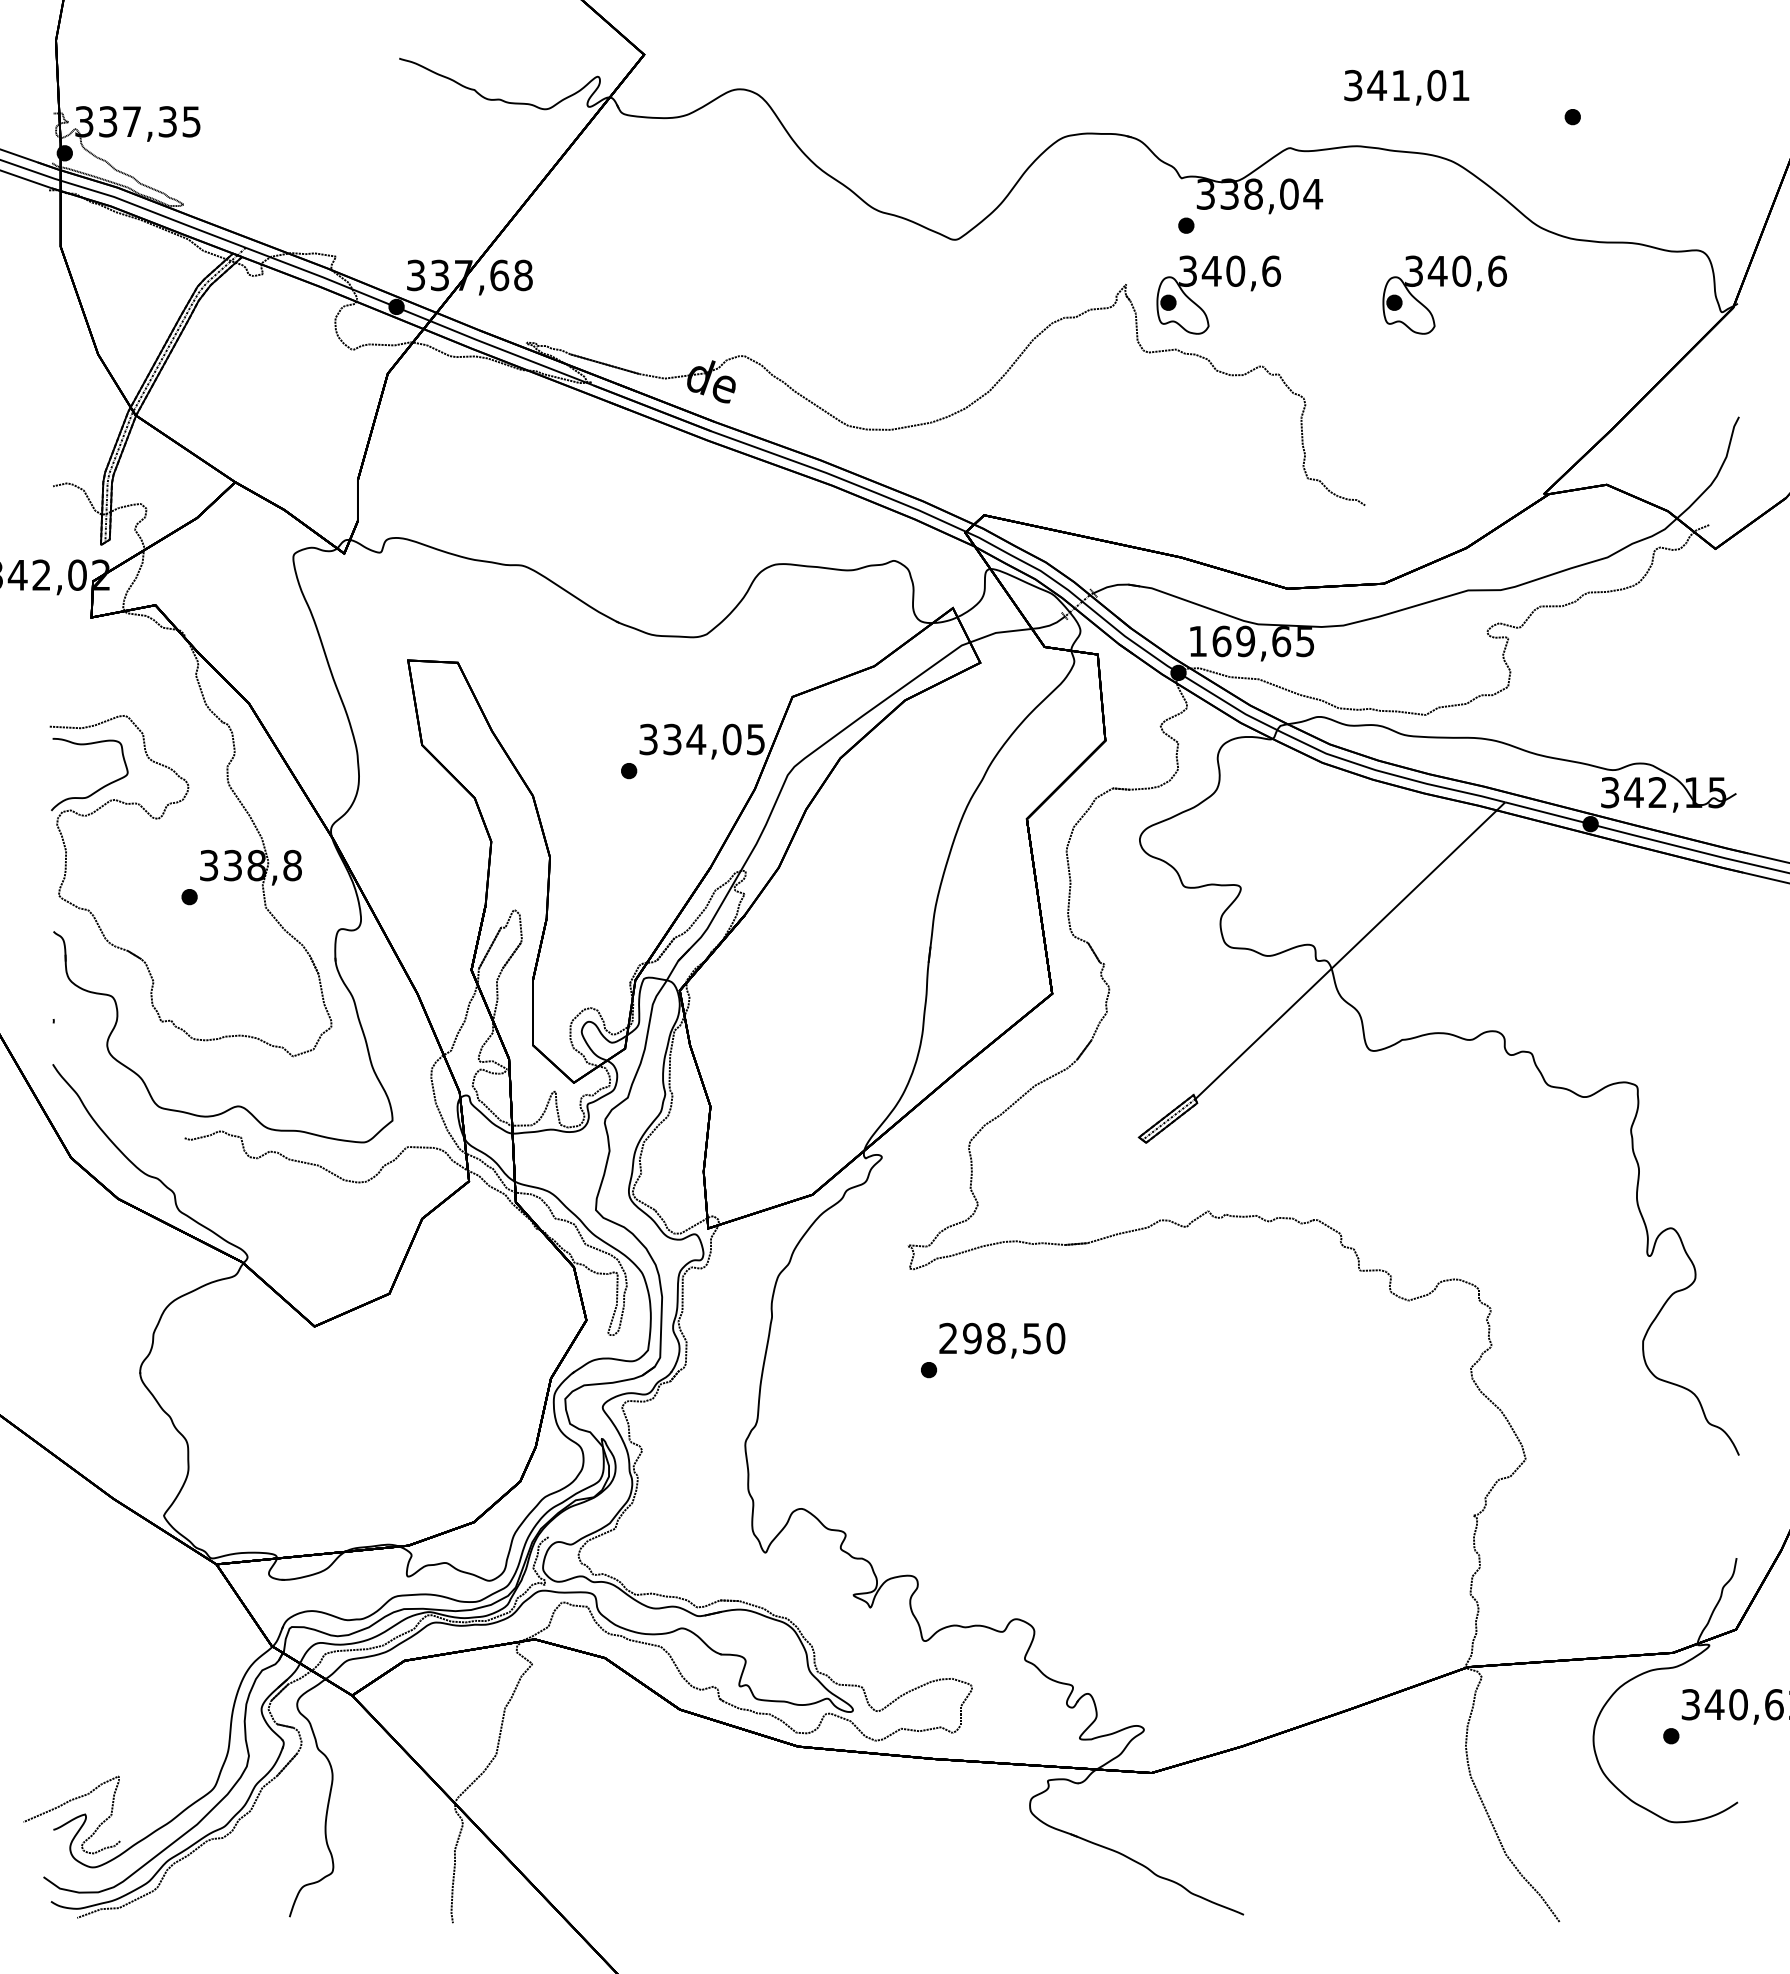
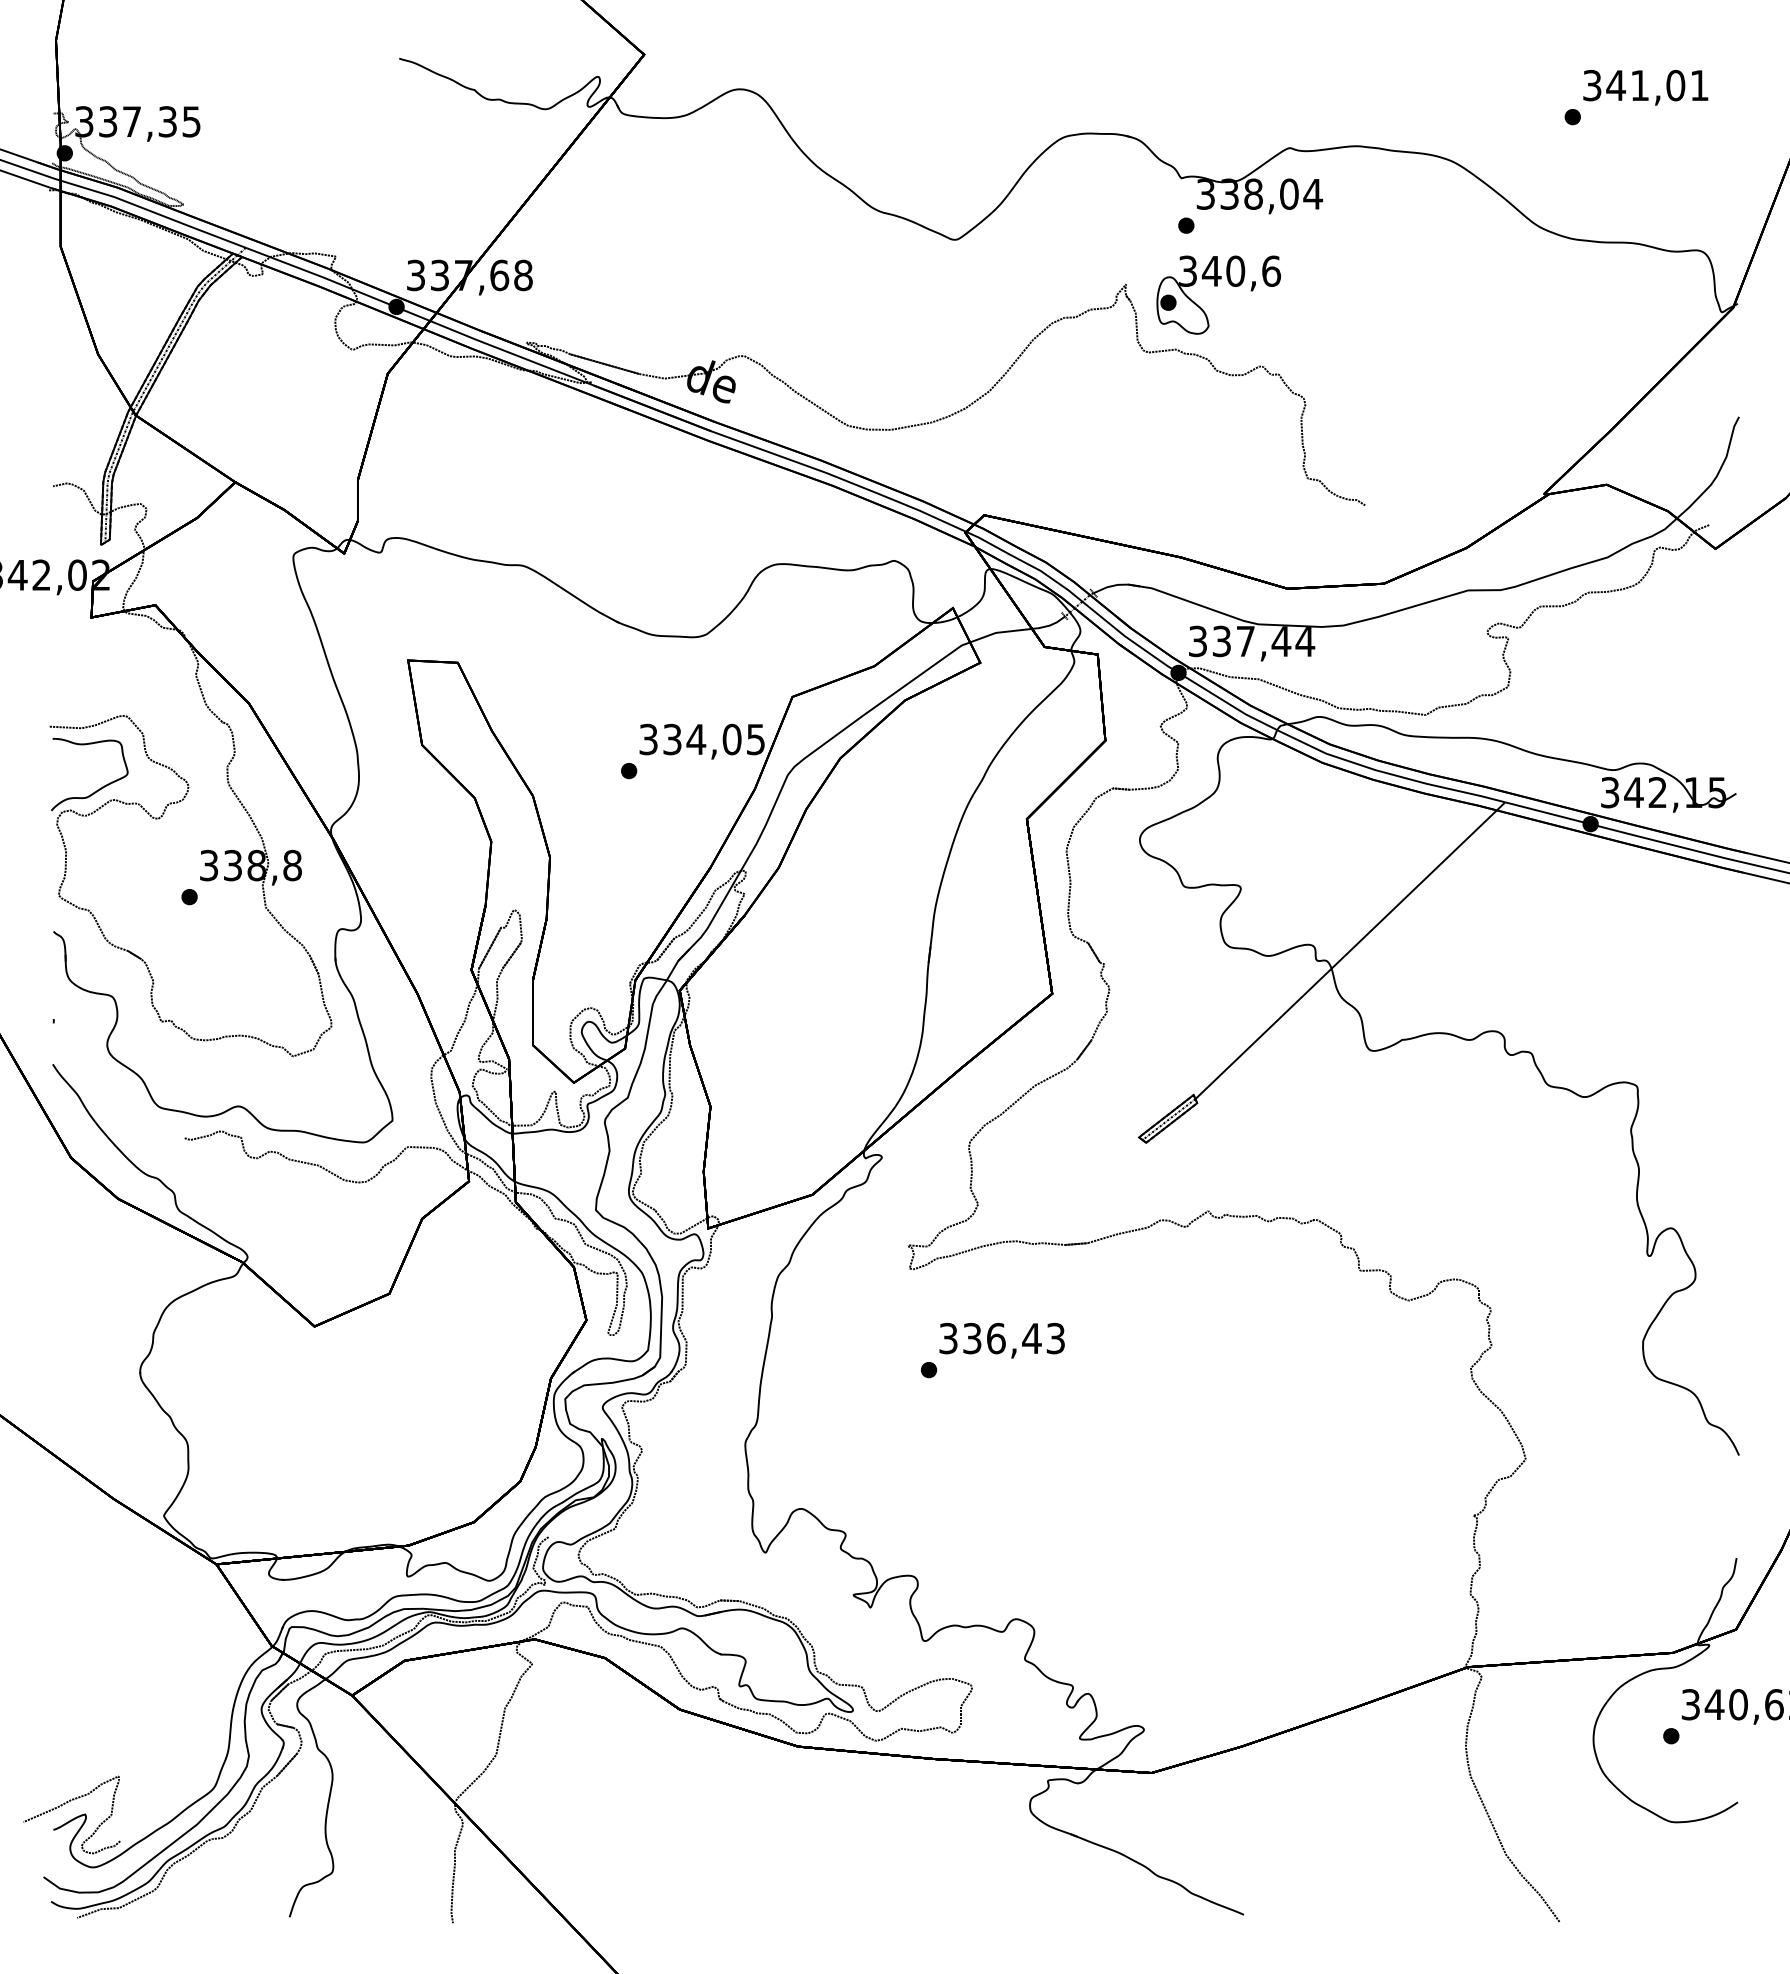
text at (1406, 87) position: (1406, 87) -> (1645, 87)
part at (1443, 286): present -> none
text at (1252, 641): 169,65 -> 337,44
text at (1002, 1338): 298,50 -> 336,43
